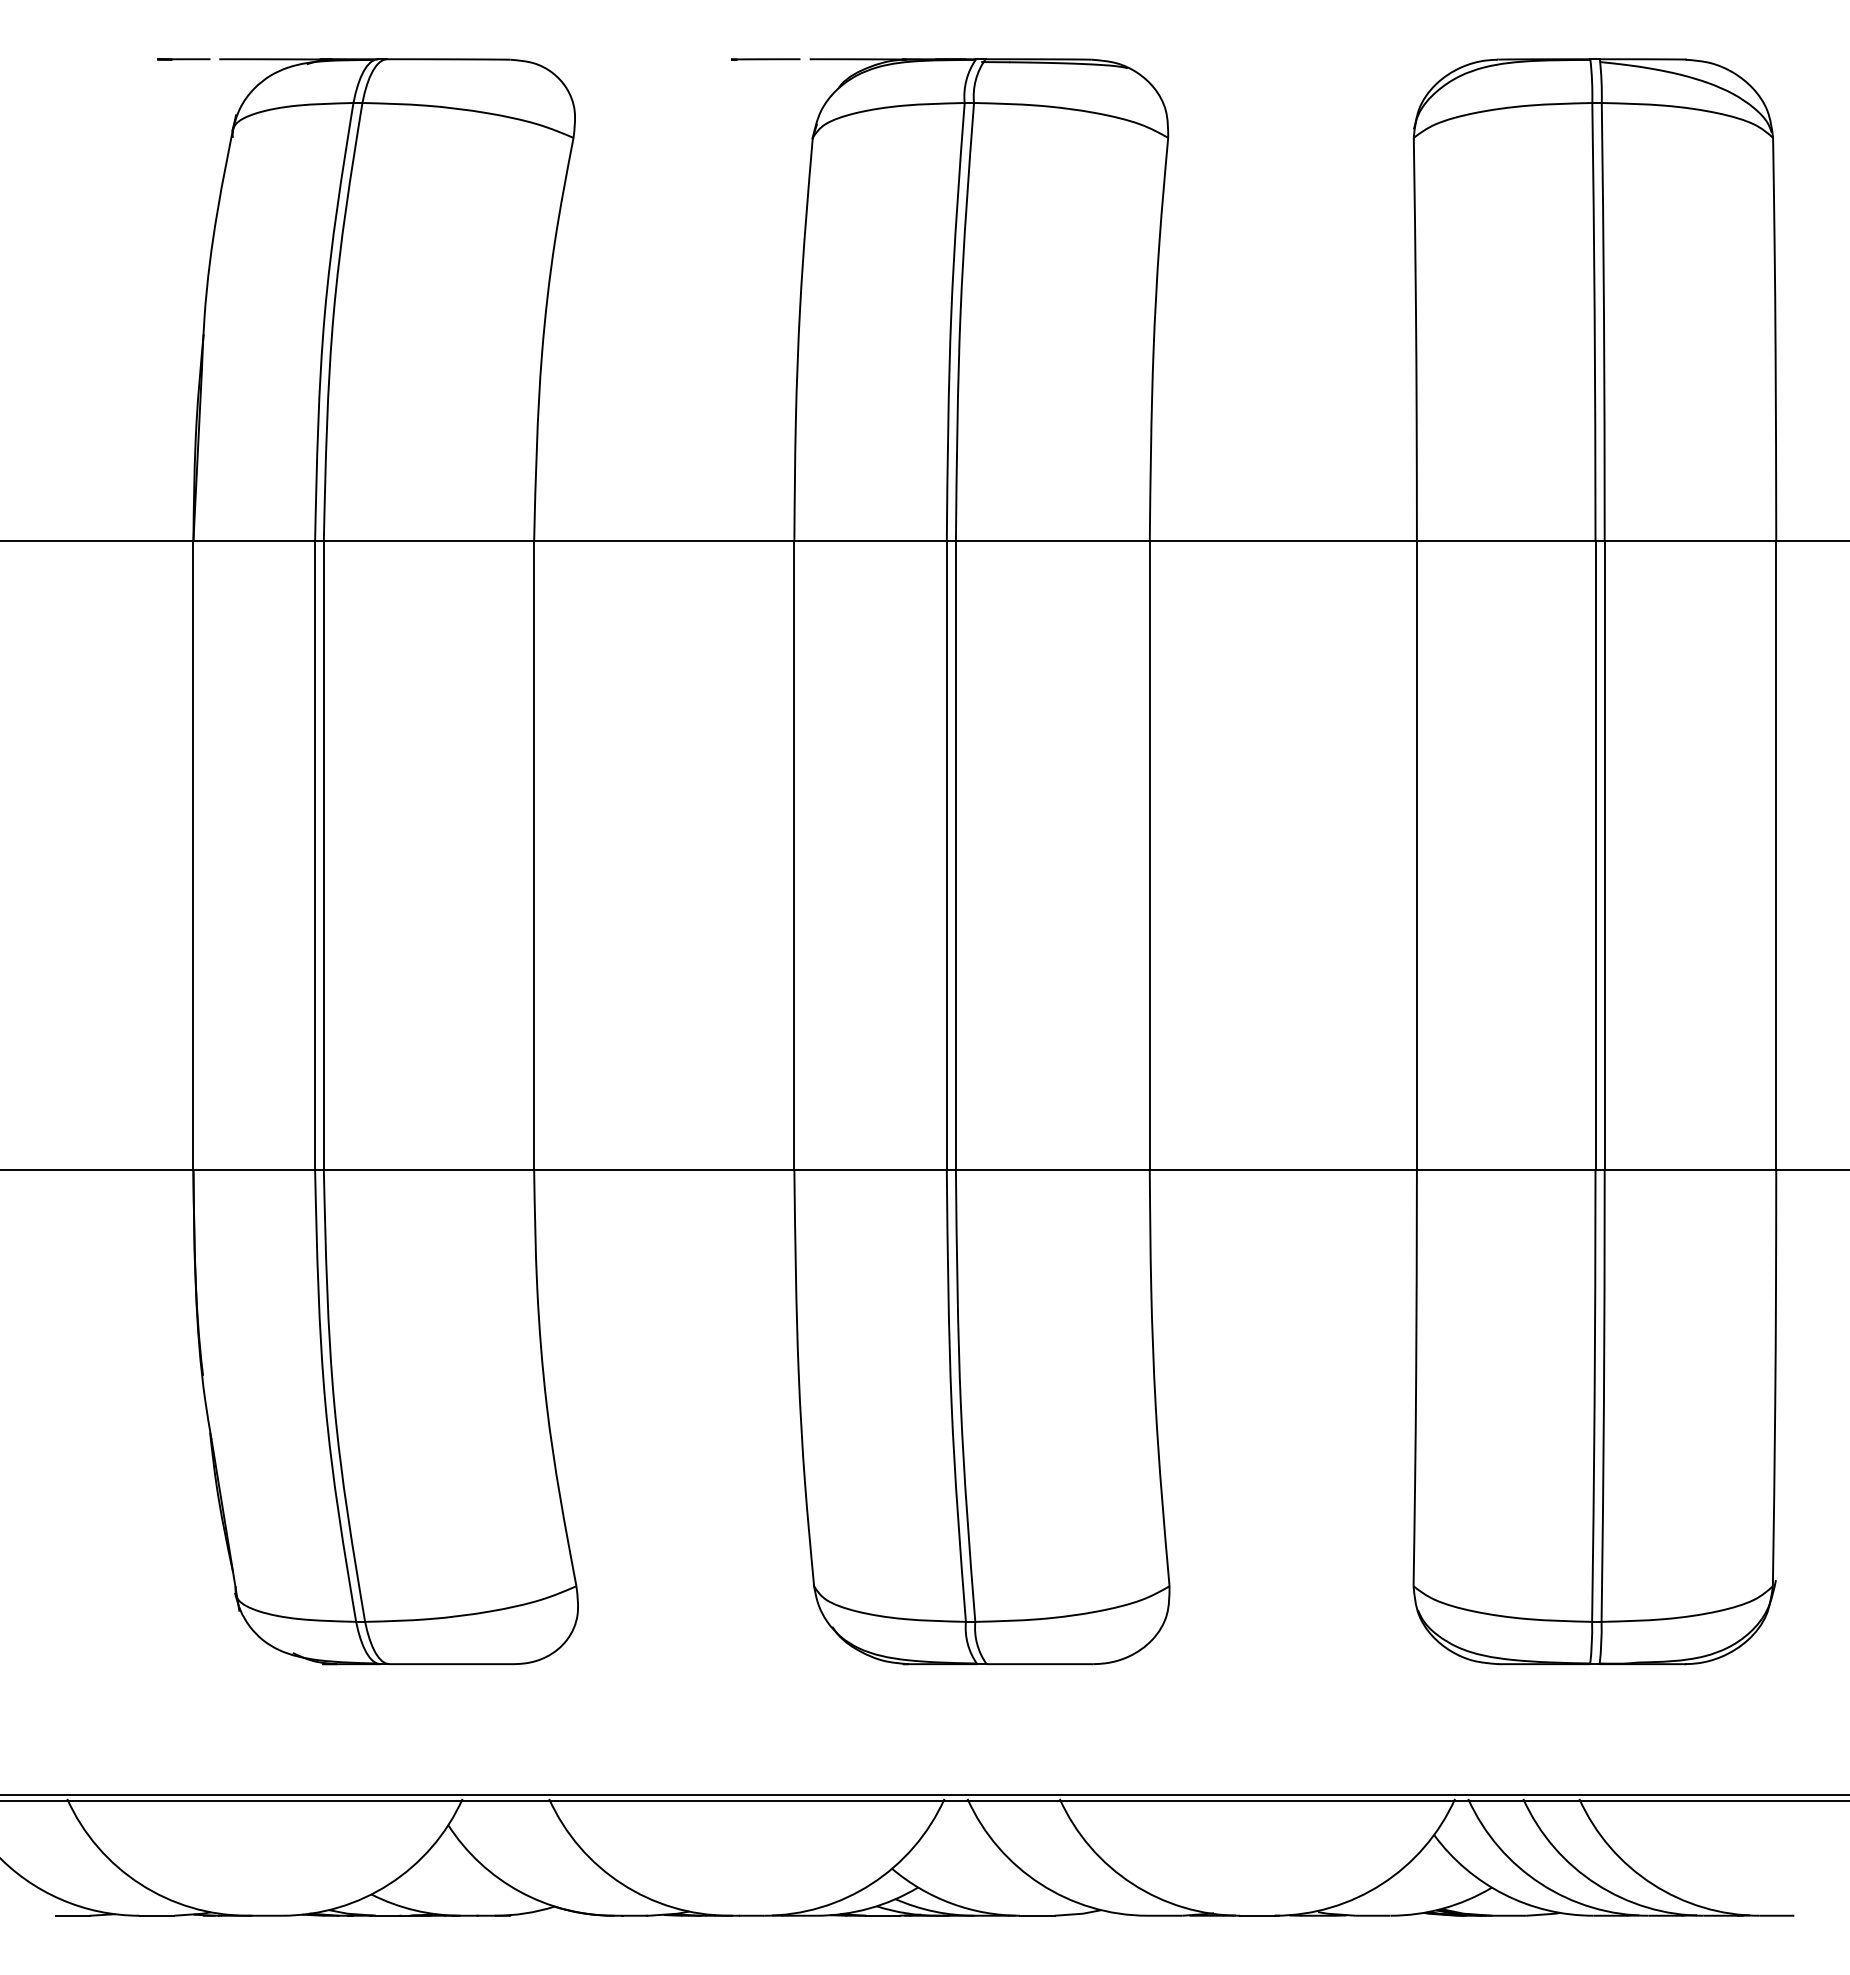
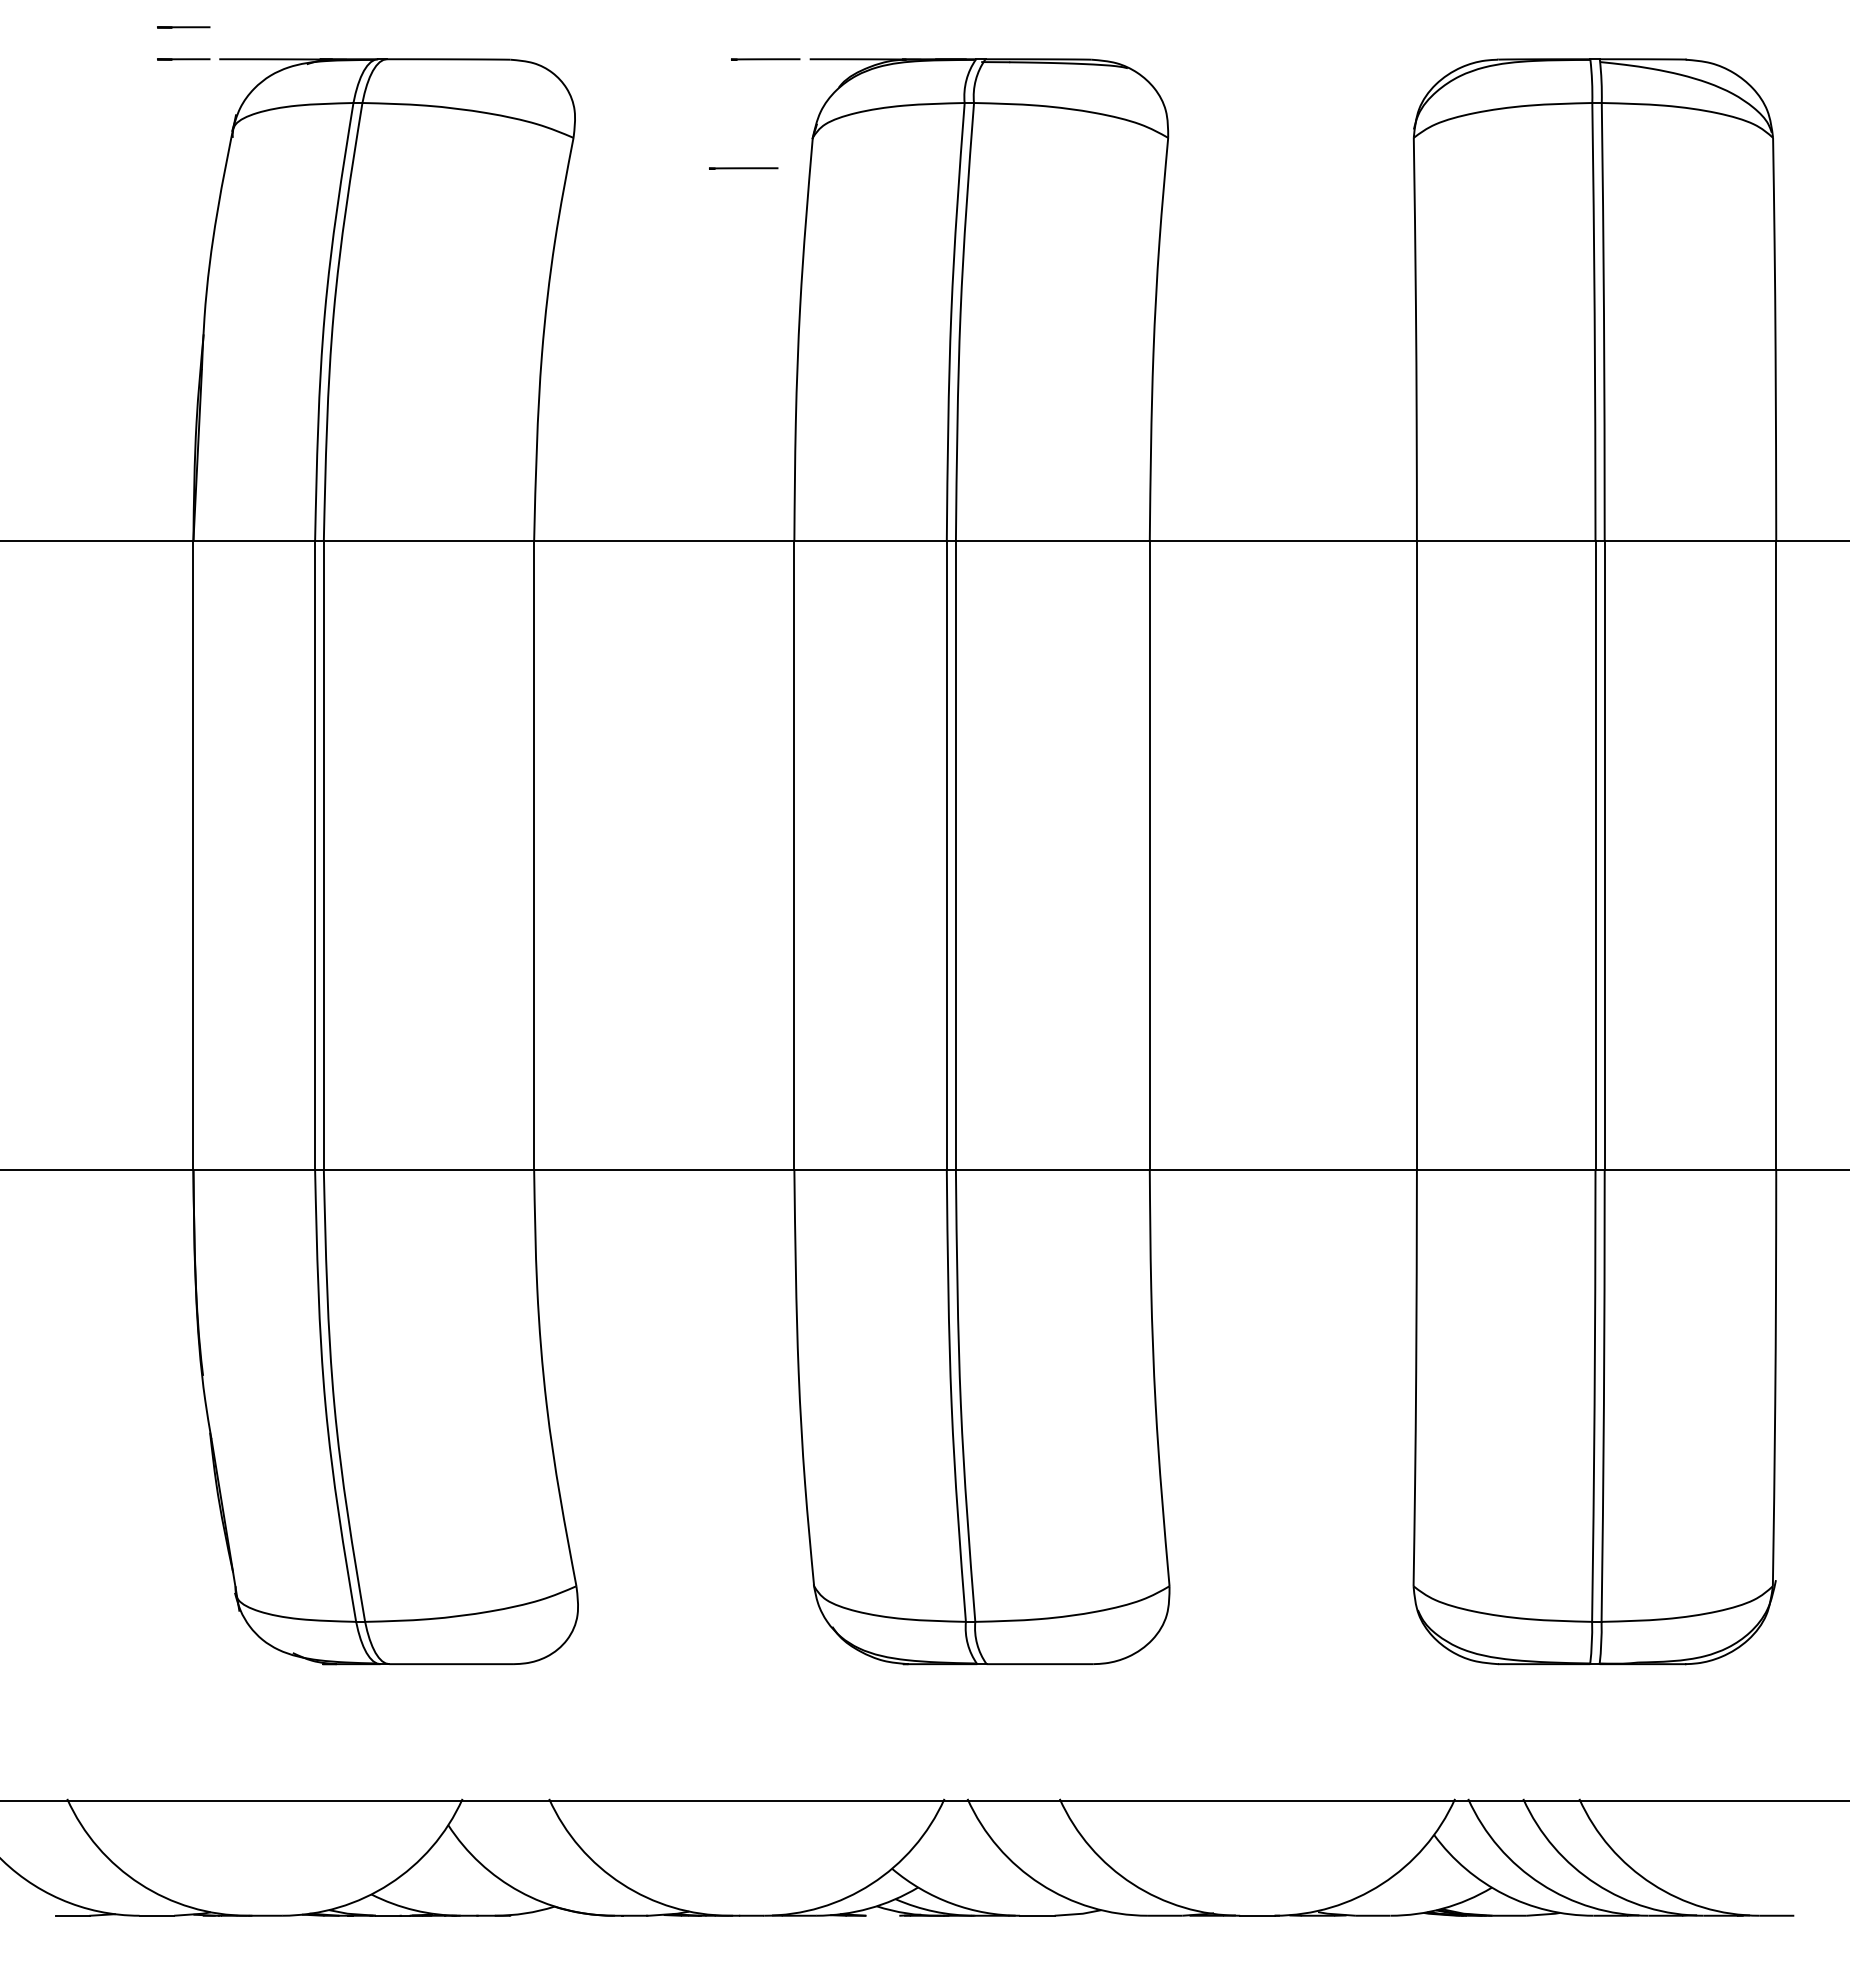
line at (183, 27): none -> present
line at (743, 168): none -> present
line at (924, 1795): present -> none
line at (882, 1915): present -> none
